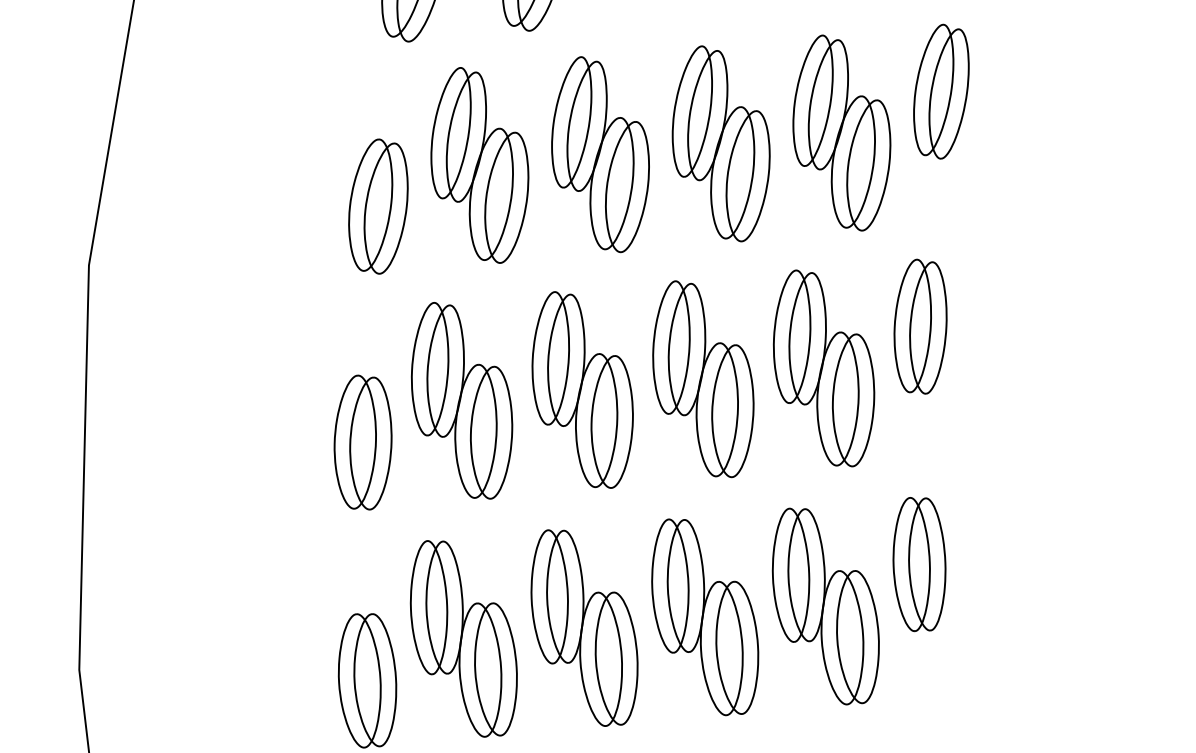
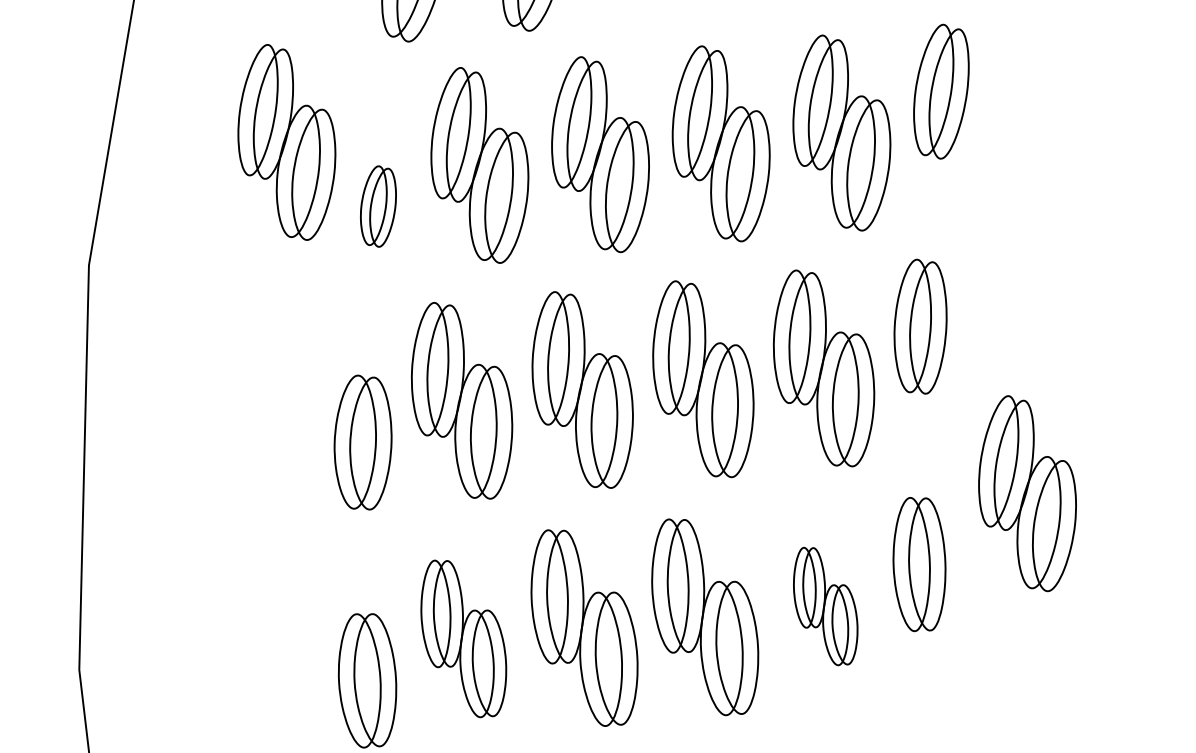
part at (286, 142): none -> present
part at (378, 206) size: 61x137 px -> 37x83 px
part at (1027, 493): none -> present
part at (825, 606) size: 109x199 px -> 66x121 px
part at (463, 638) size: 109x198 px -> 88x160 px
